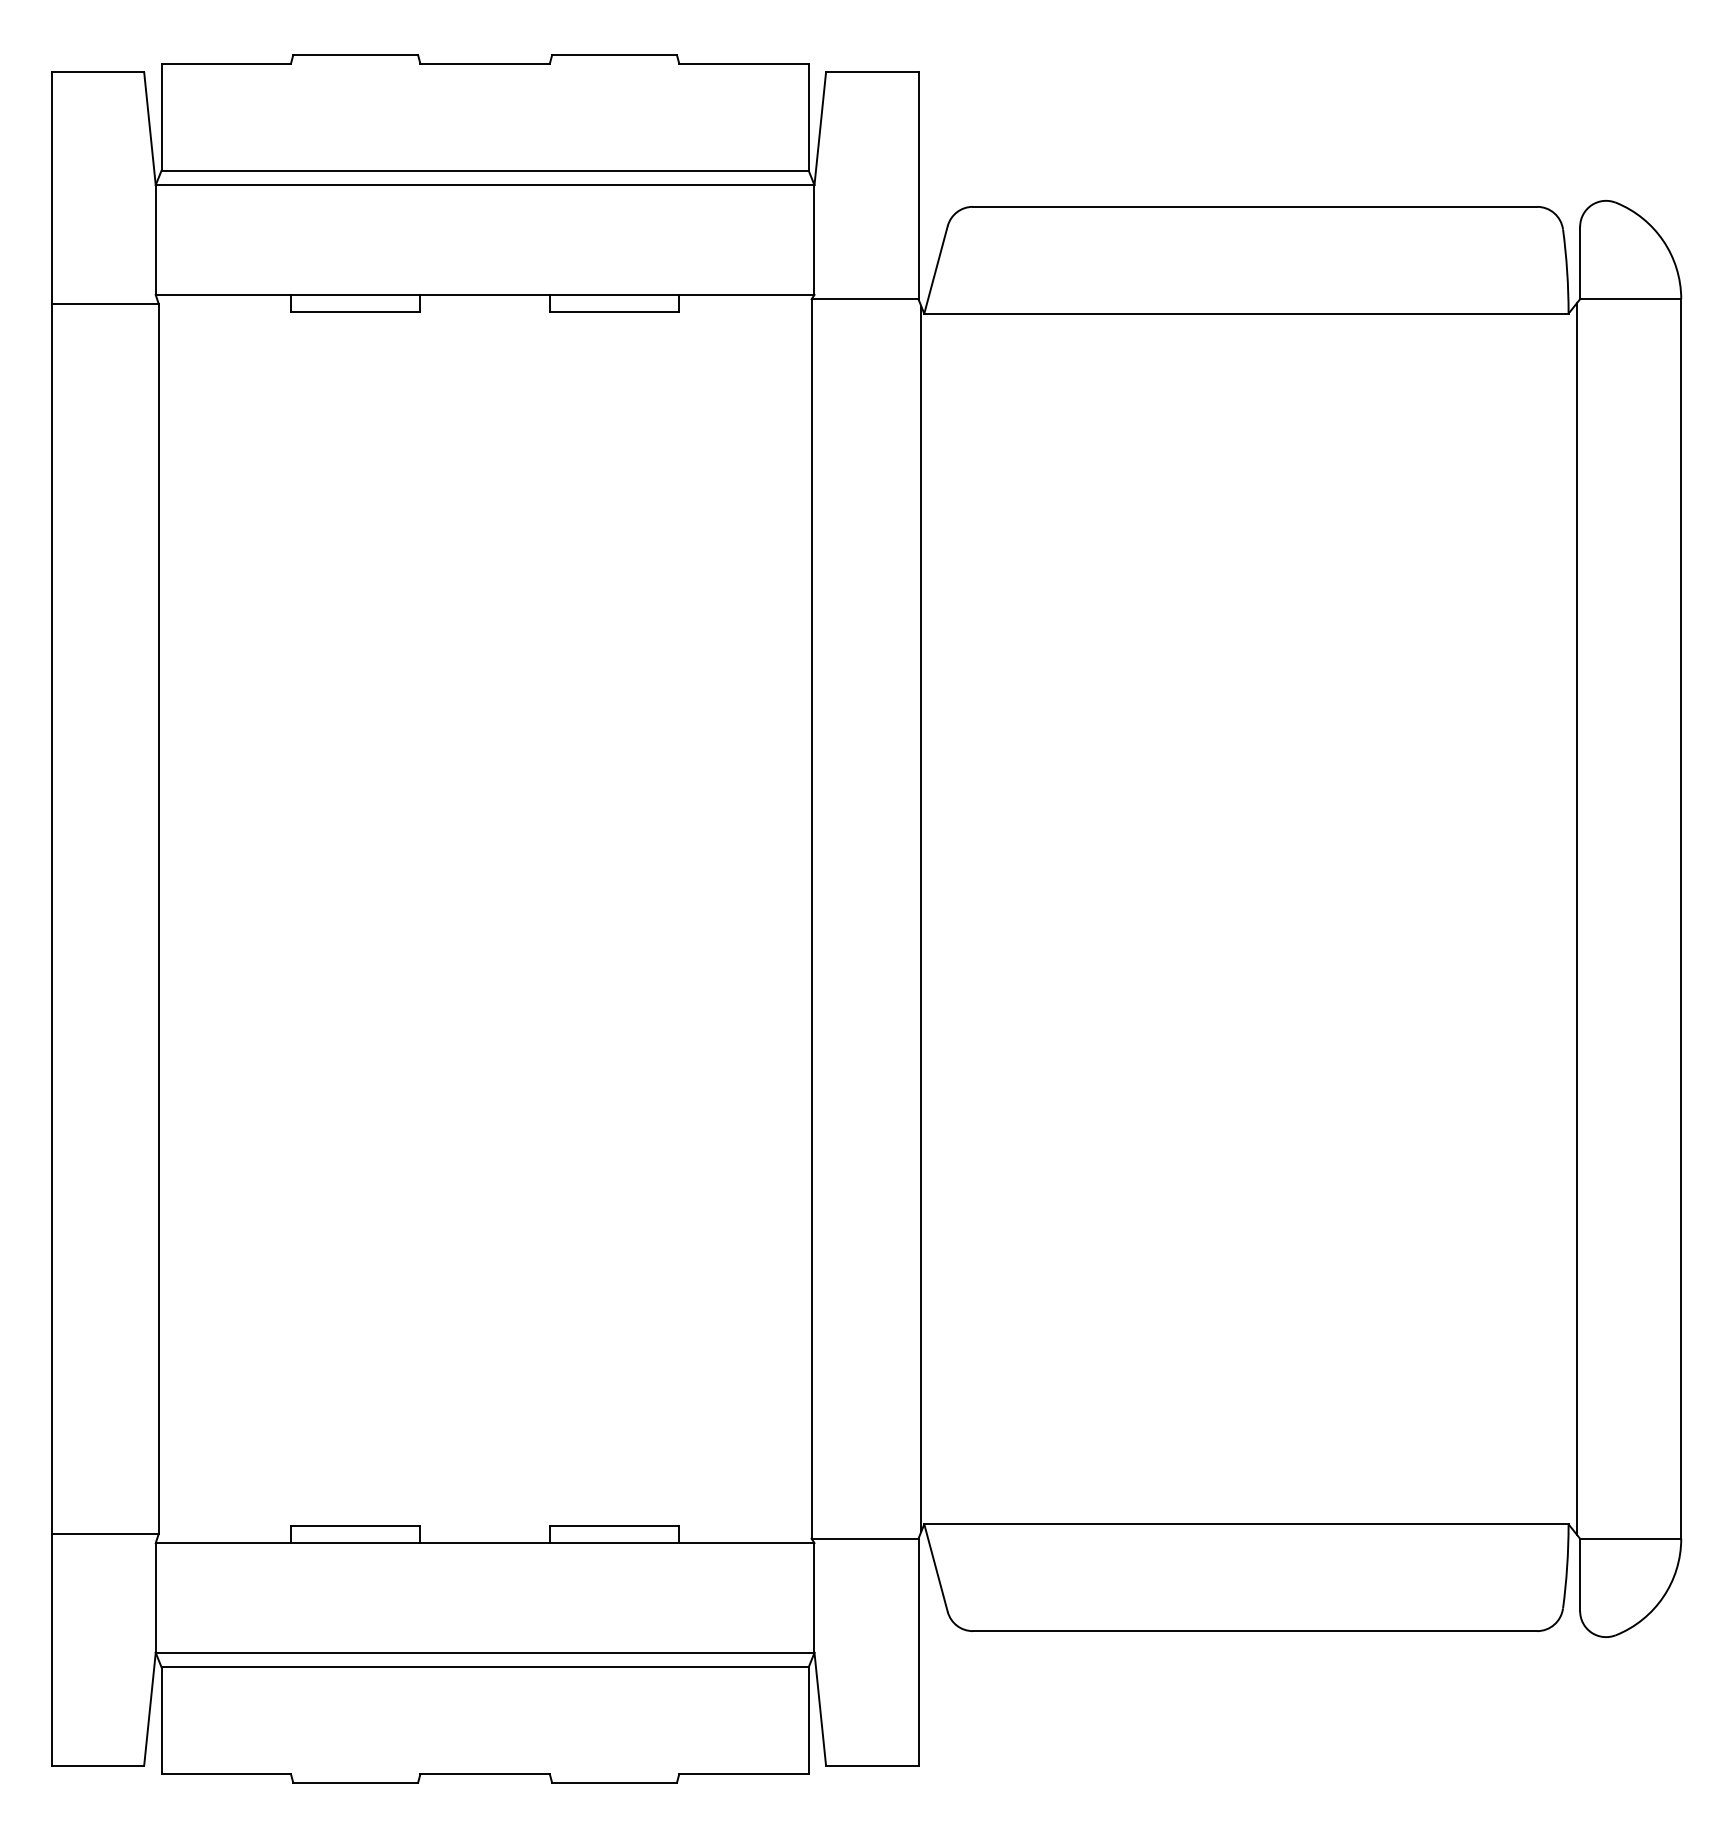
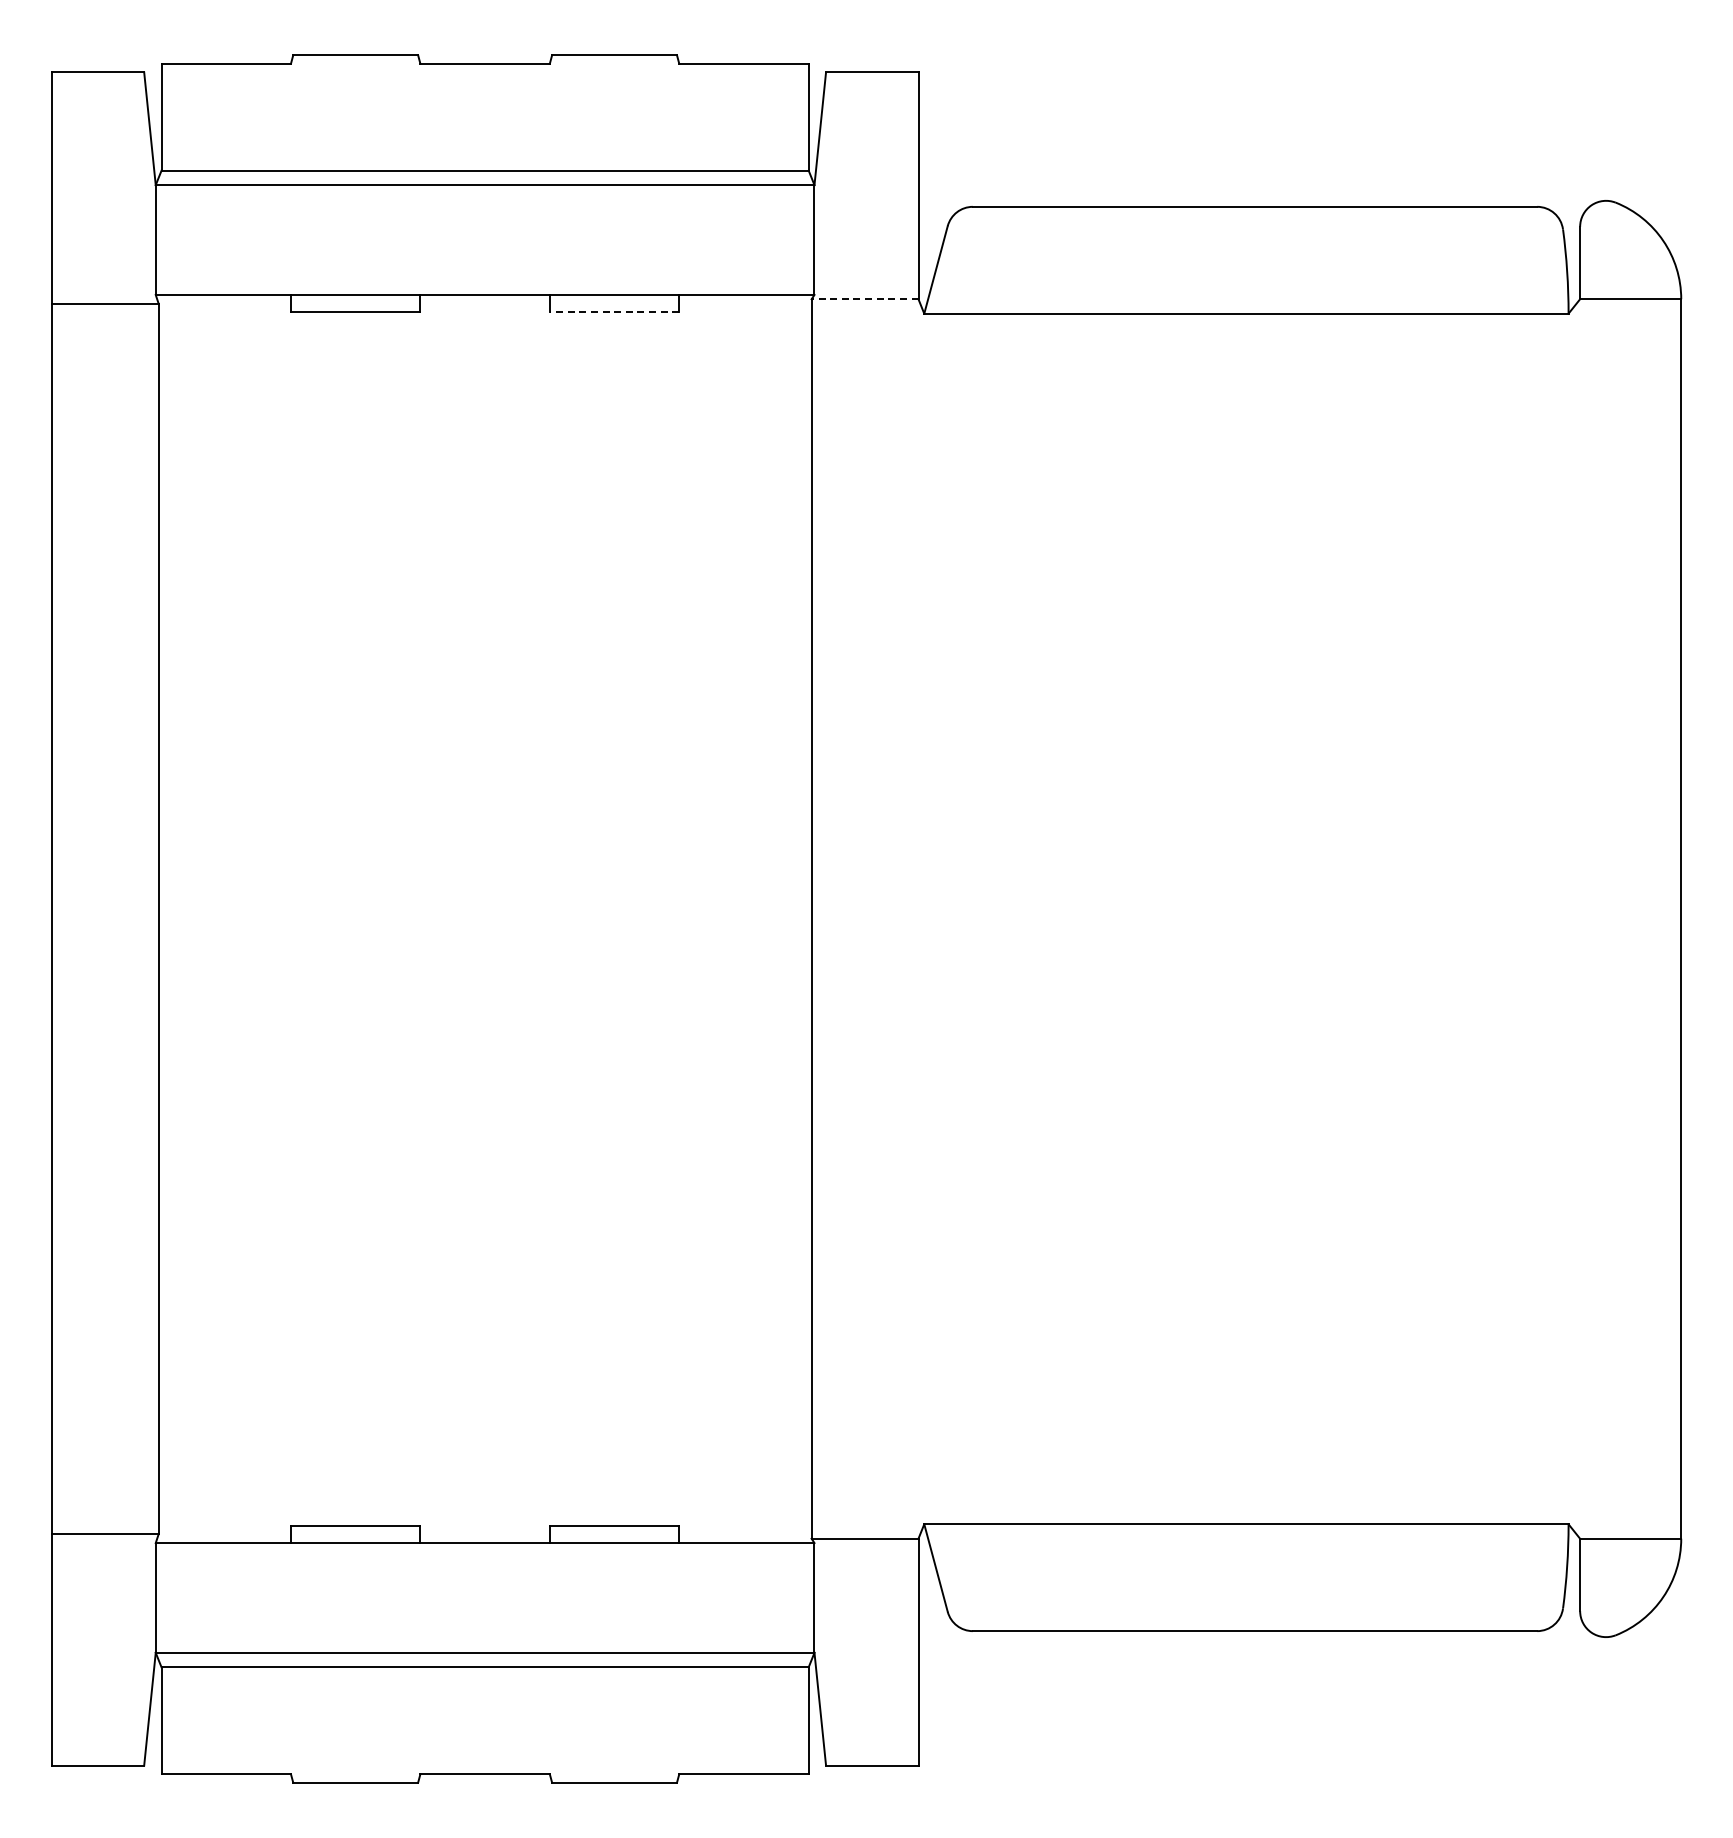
line at (864, 299): solid -> dashed
line at (614, 312): solid -> dashed
line at (921, 918): present -> none
line at (1577, 918): present -> none
